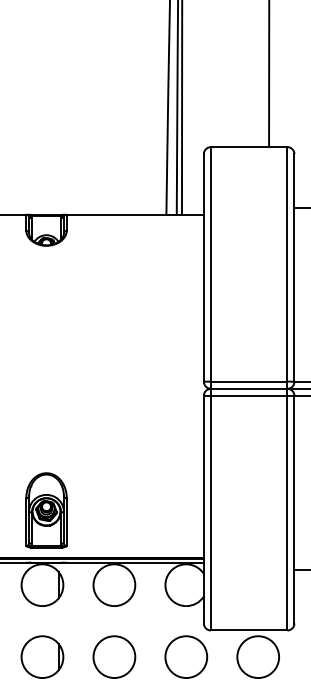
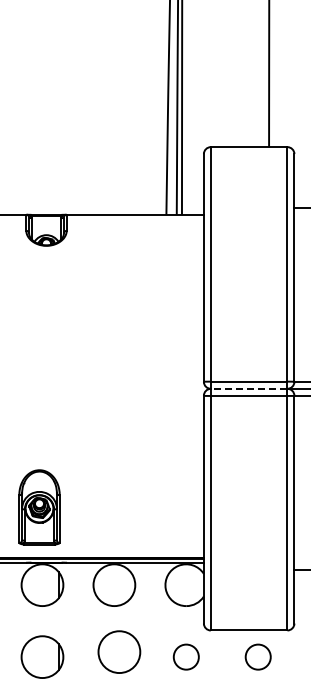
line at (248, 388): solid -> dashed
part at (46, 510) position: (46, 510) -> (39, 507)
circle at (114, 656) position: (114, 656) -> (119, 651)
circle at (186, 657) diameter: 42 px -> 25 px
circle at (258, 657) diameter: 42 px -> 25 px
